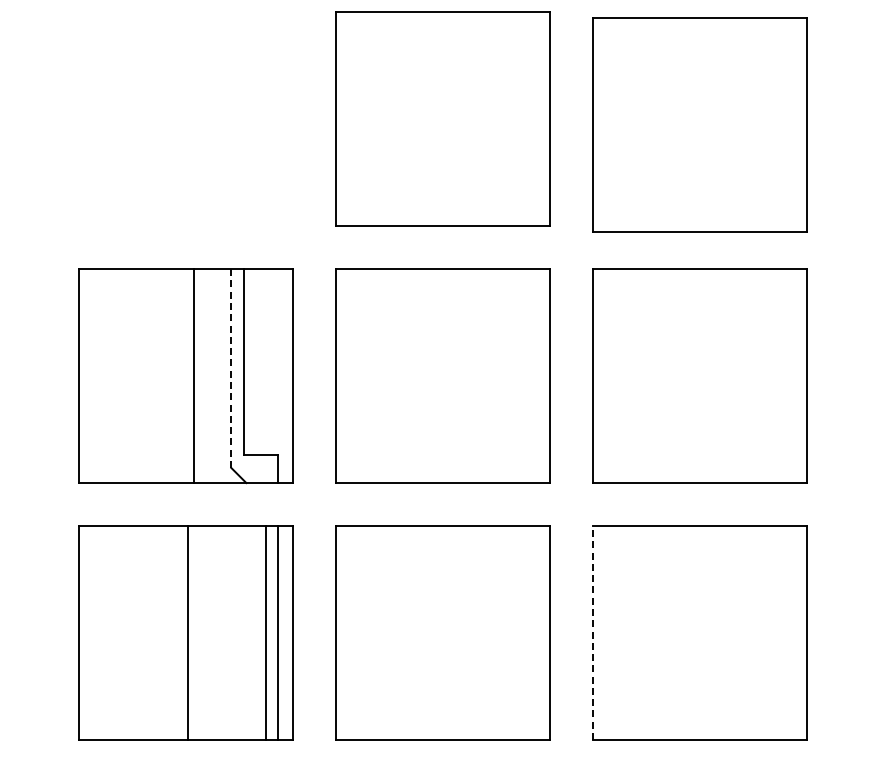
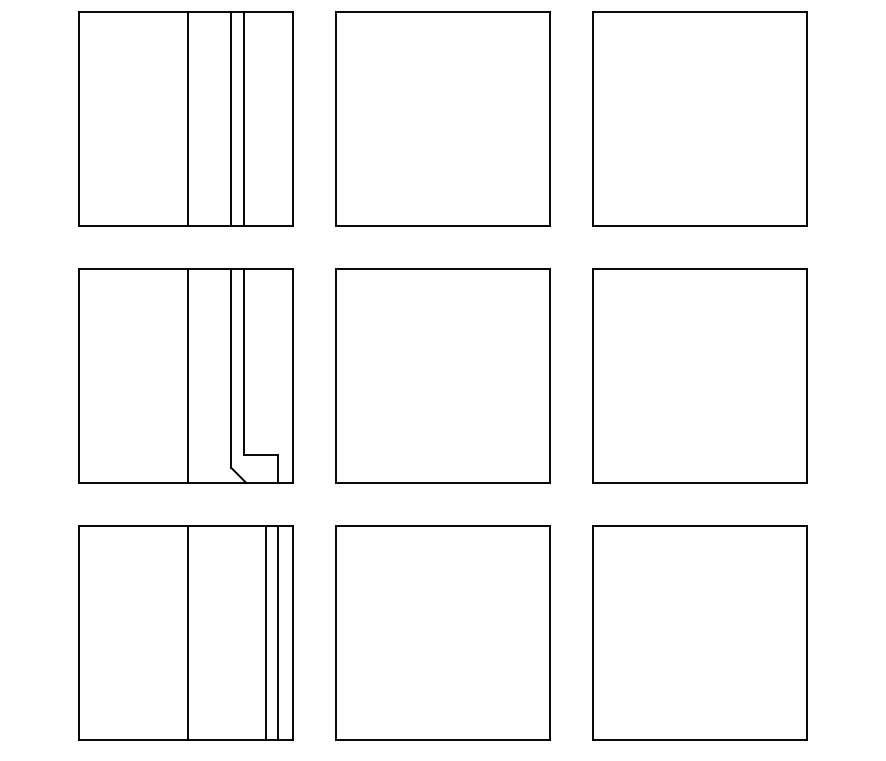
part at (185, 118): none -> present
part at (699, 124) position: (699, 124) -> (699, 118)
line at (231, 368): dashed -> solid
line at (194, 375) position: (194, 375) -> (188, 375)
line at (592, 632): dashed -> solid
